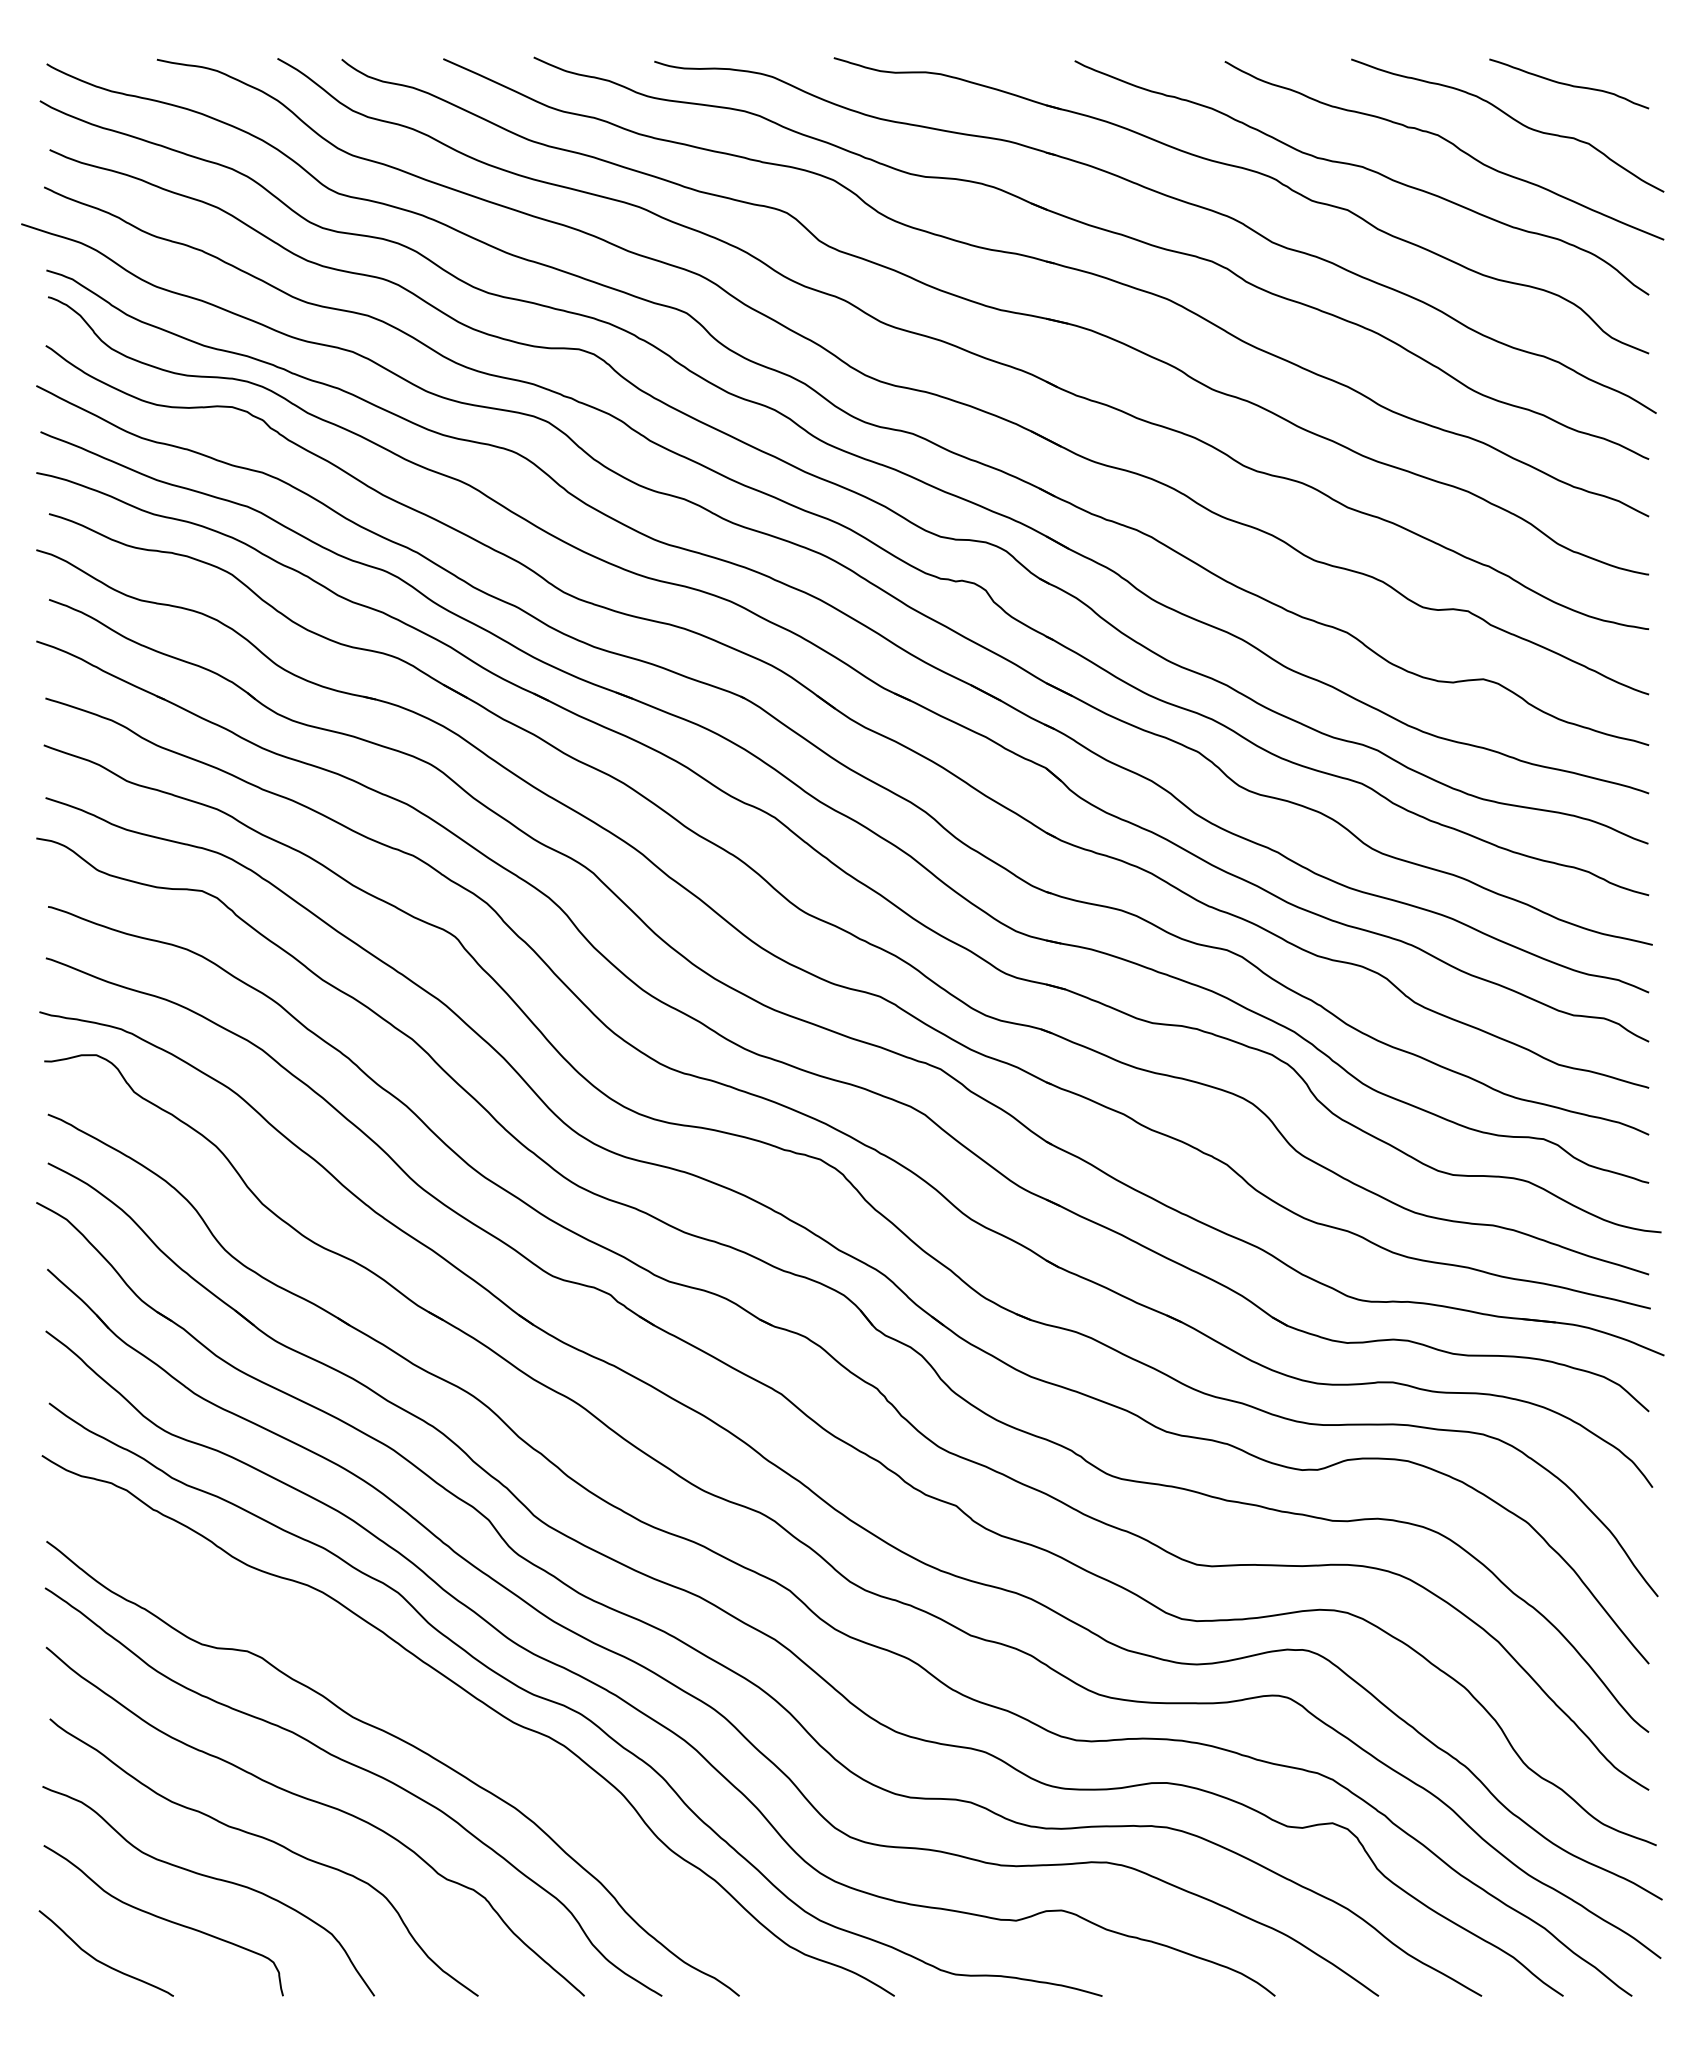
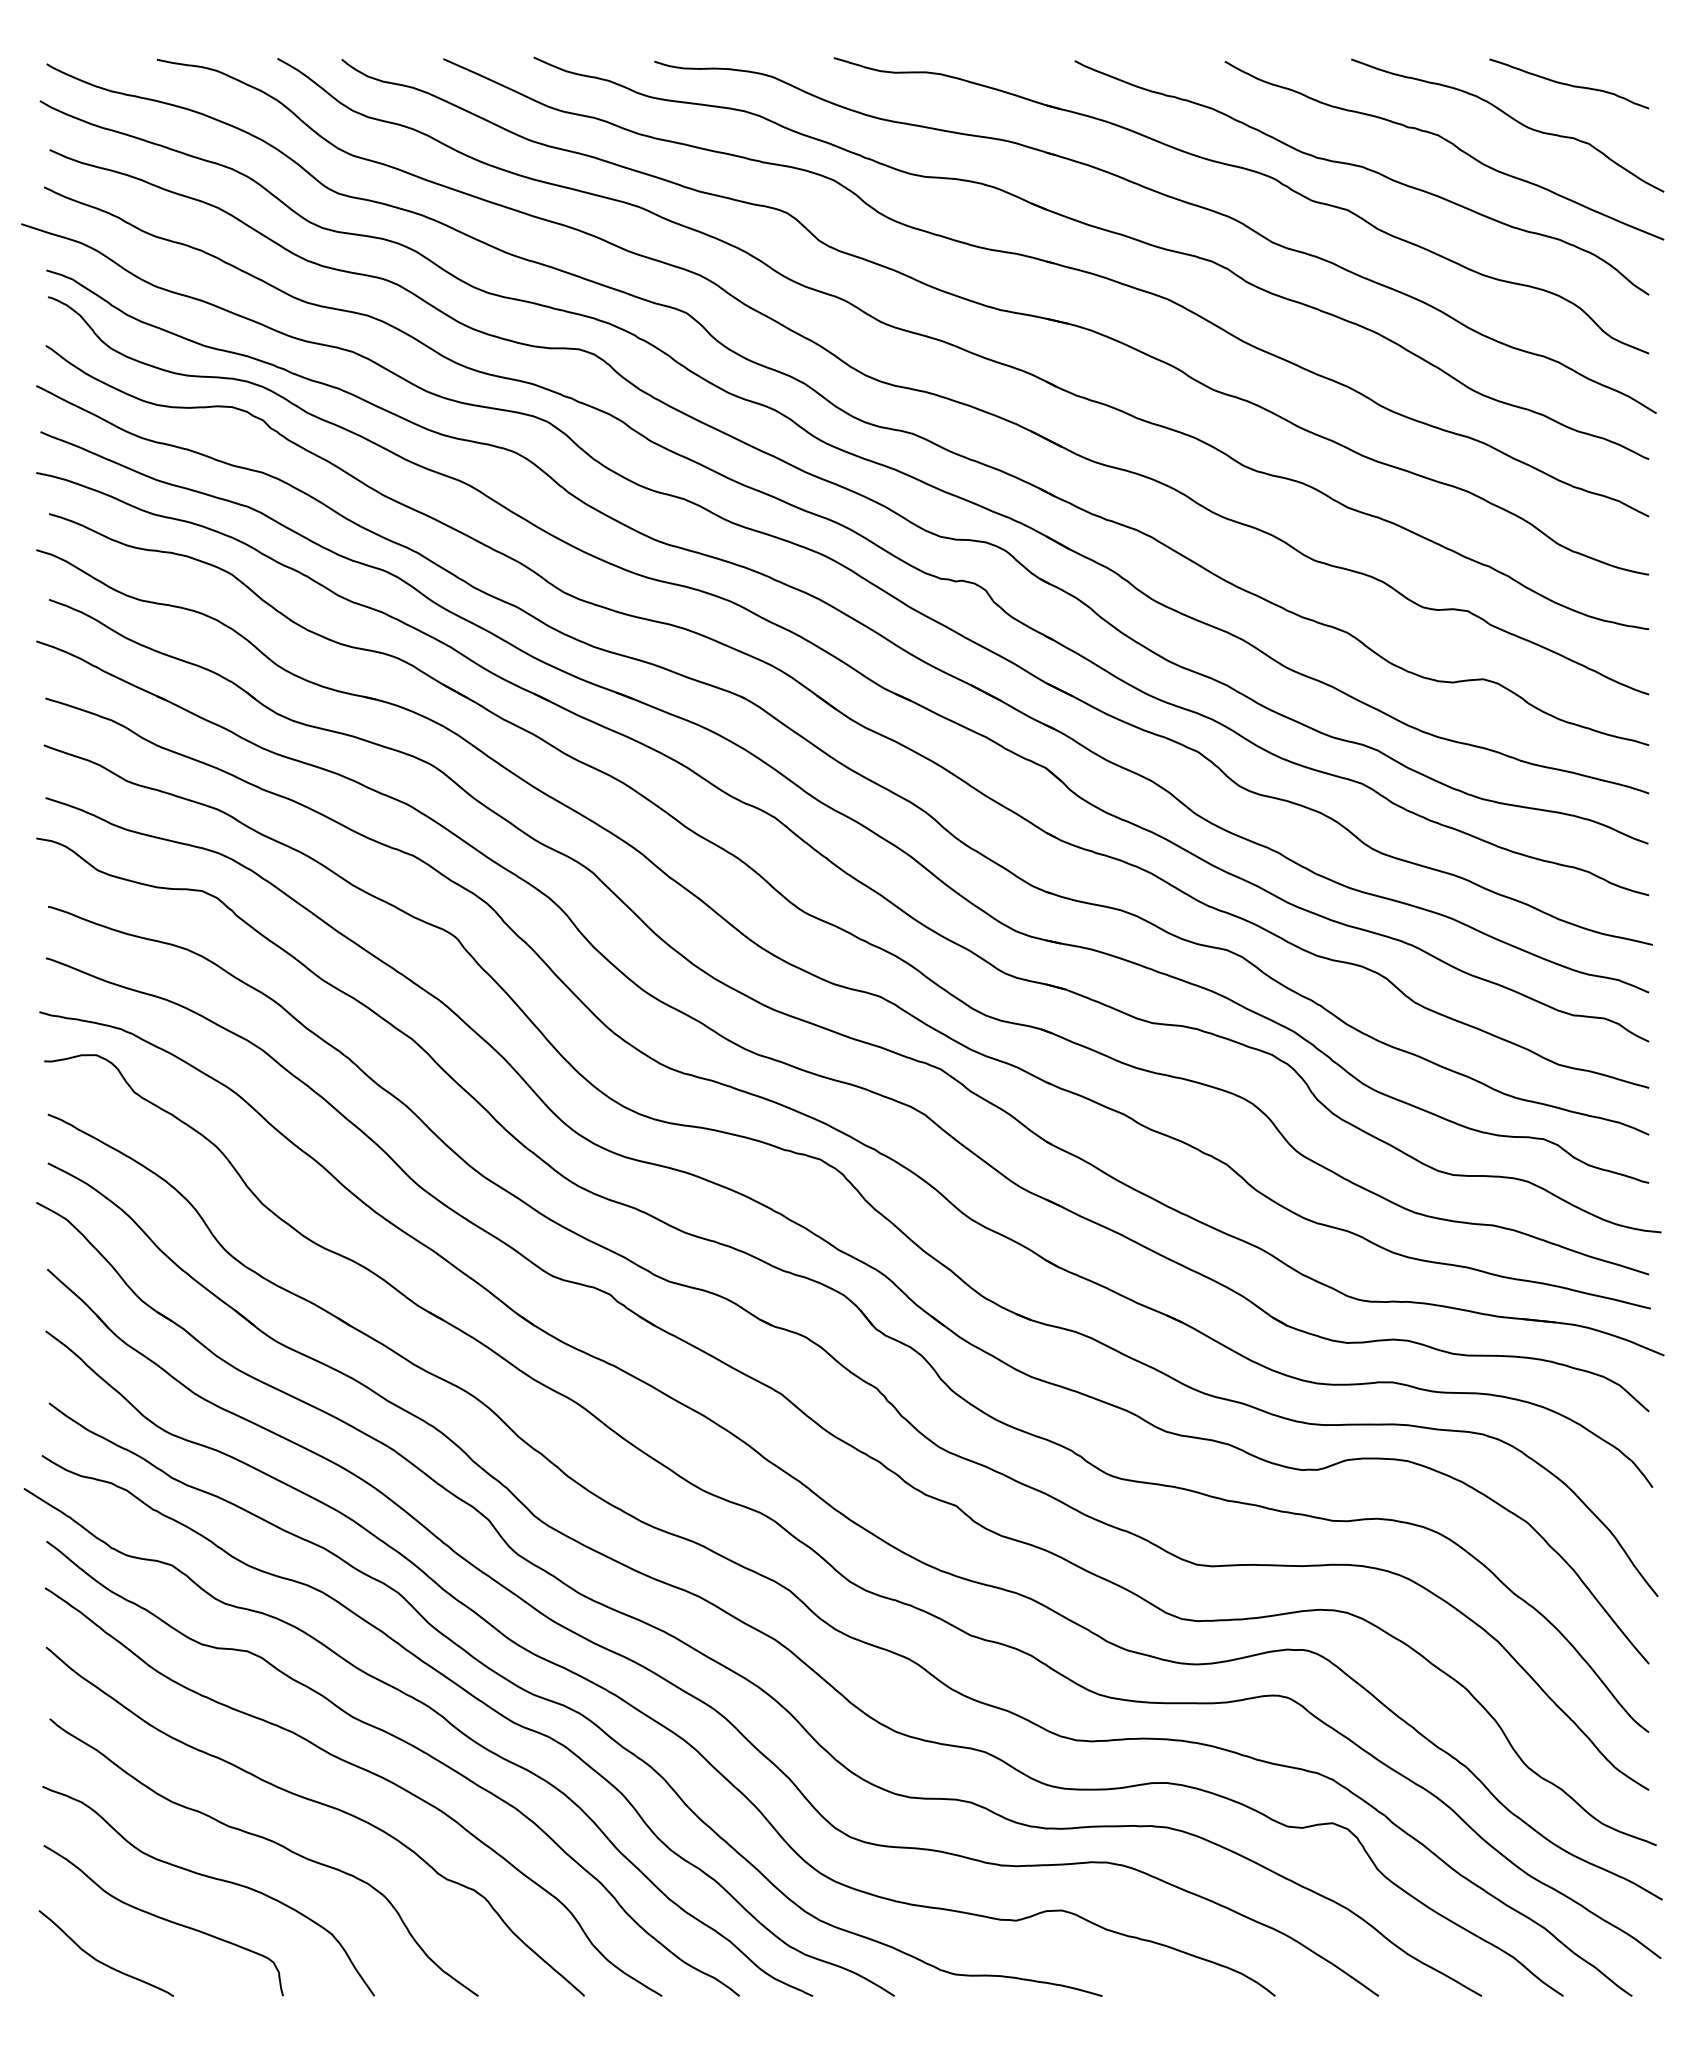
curve at (437, 1714): none -> present
